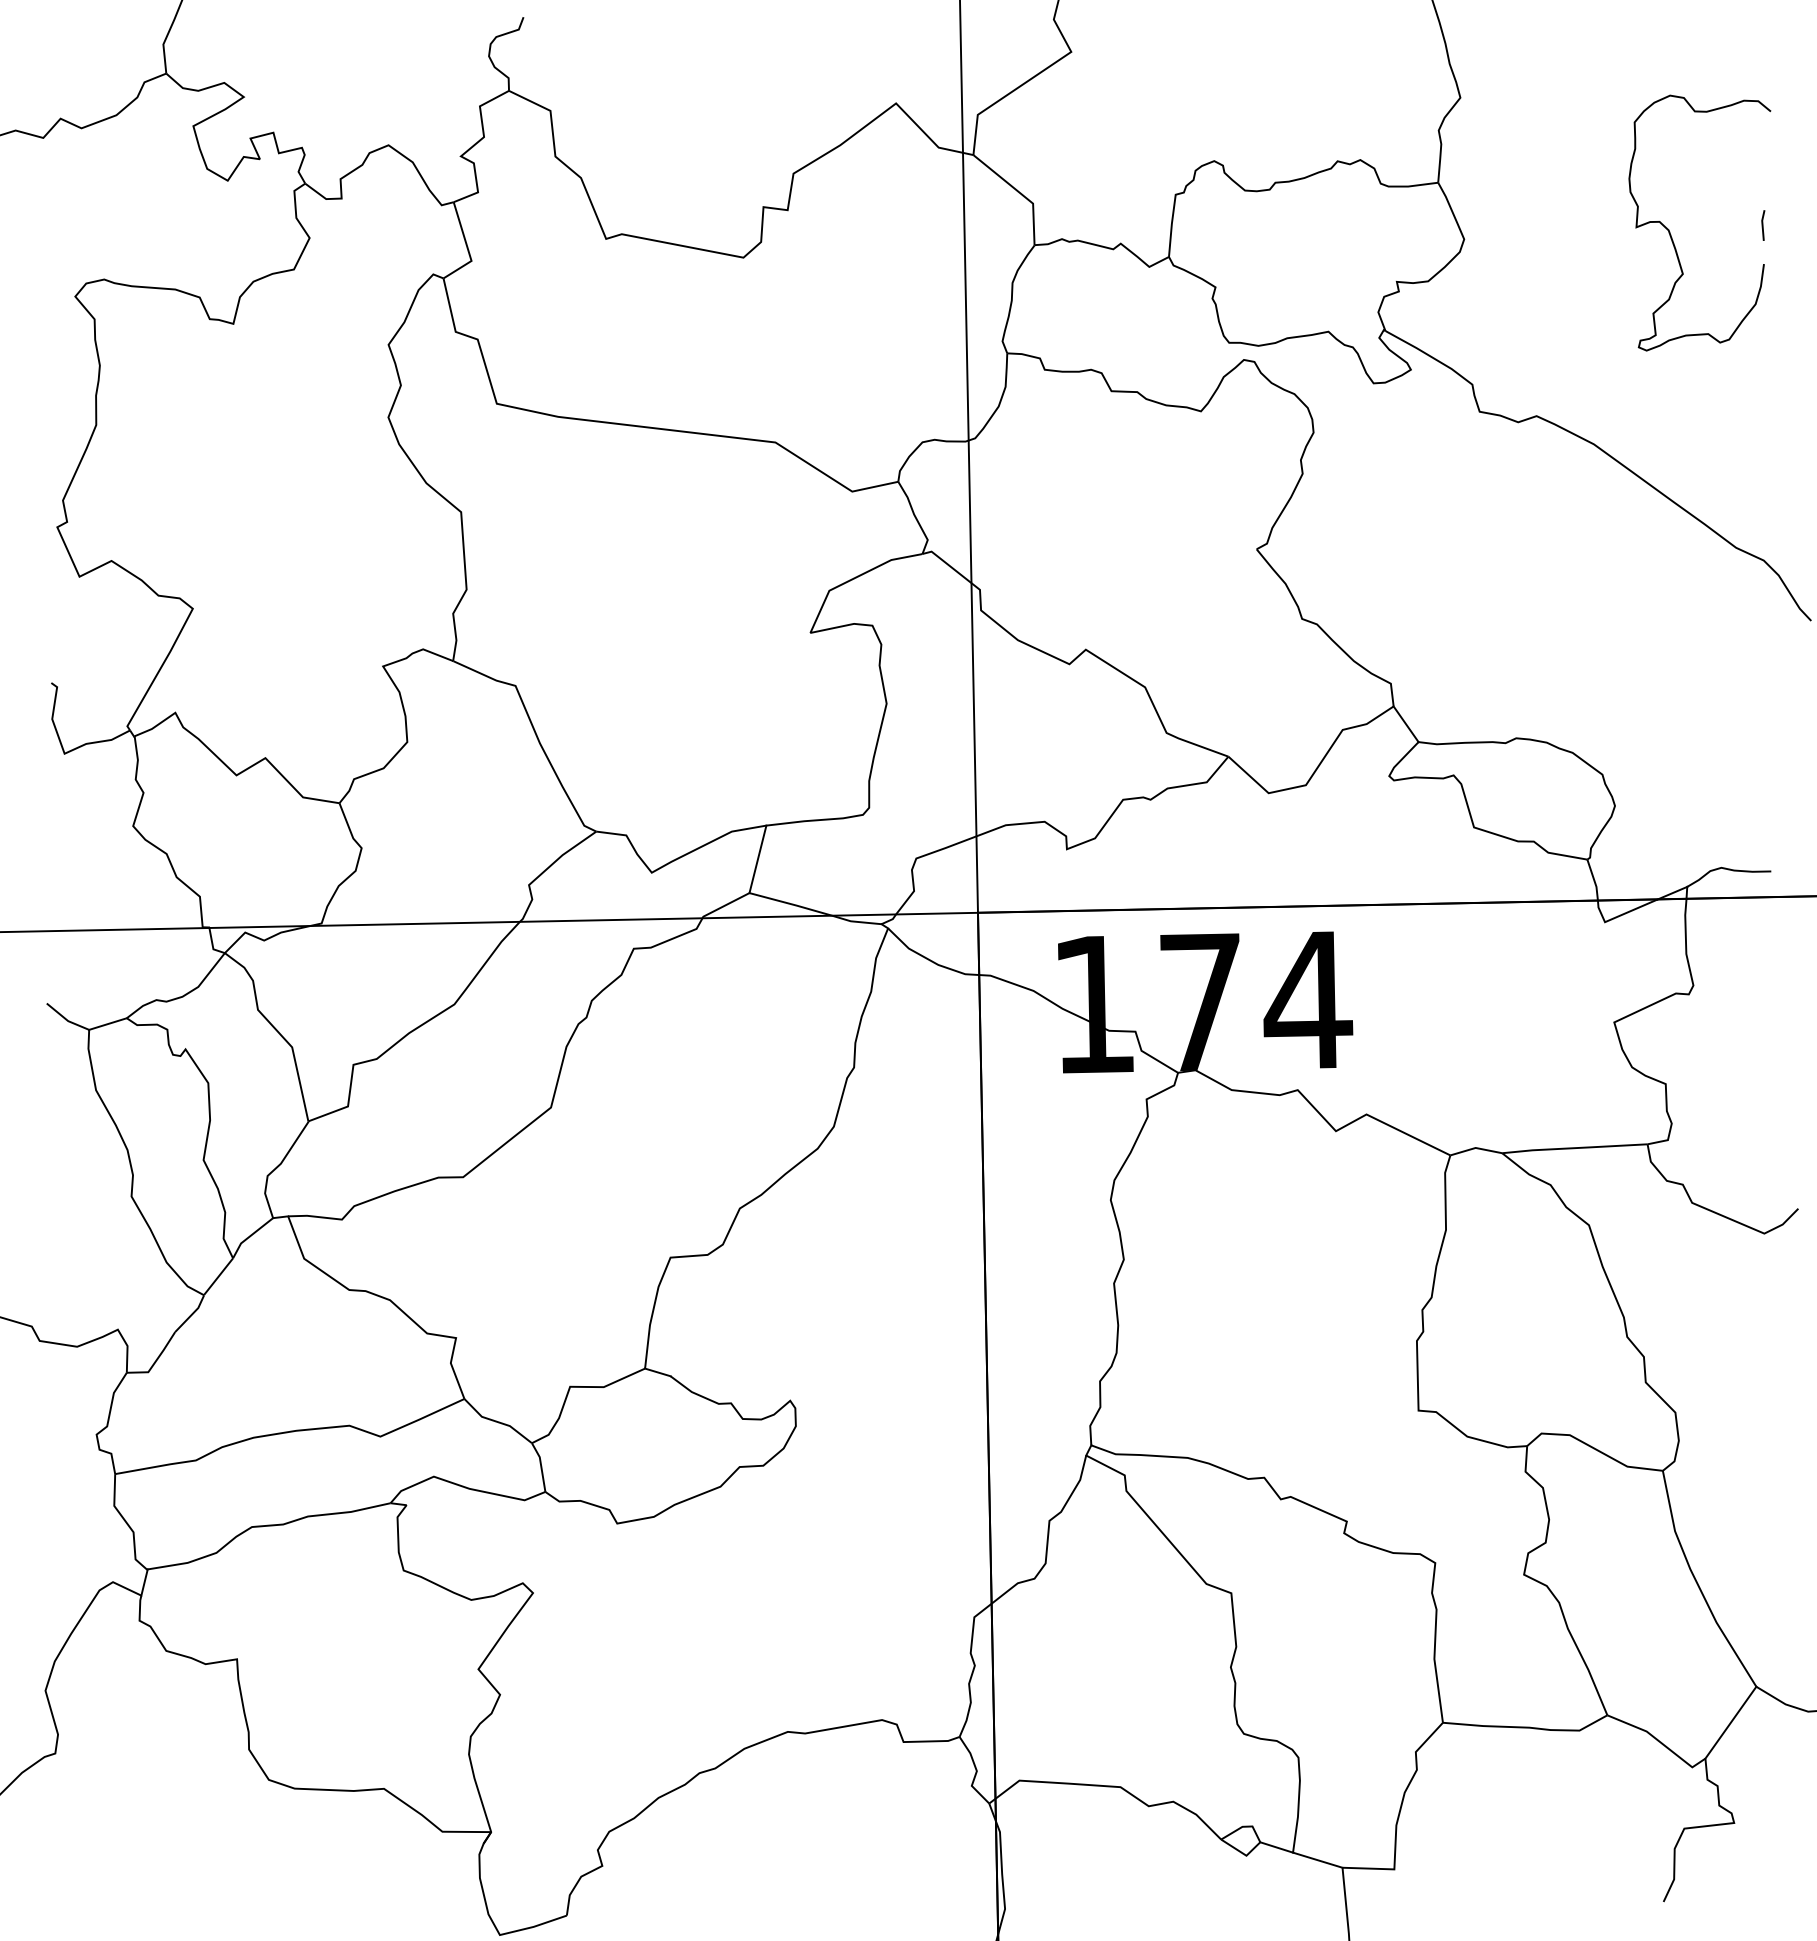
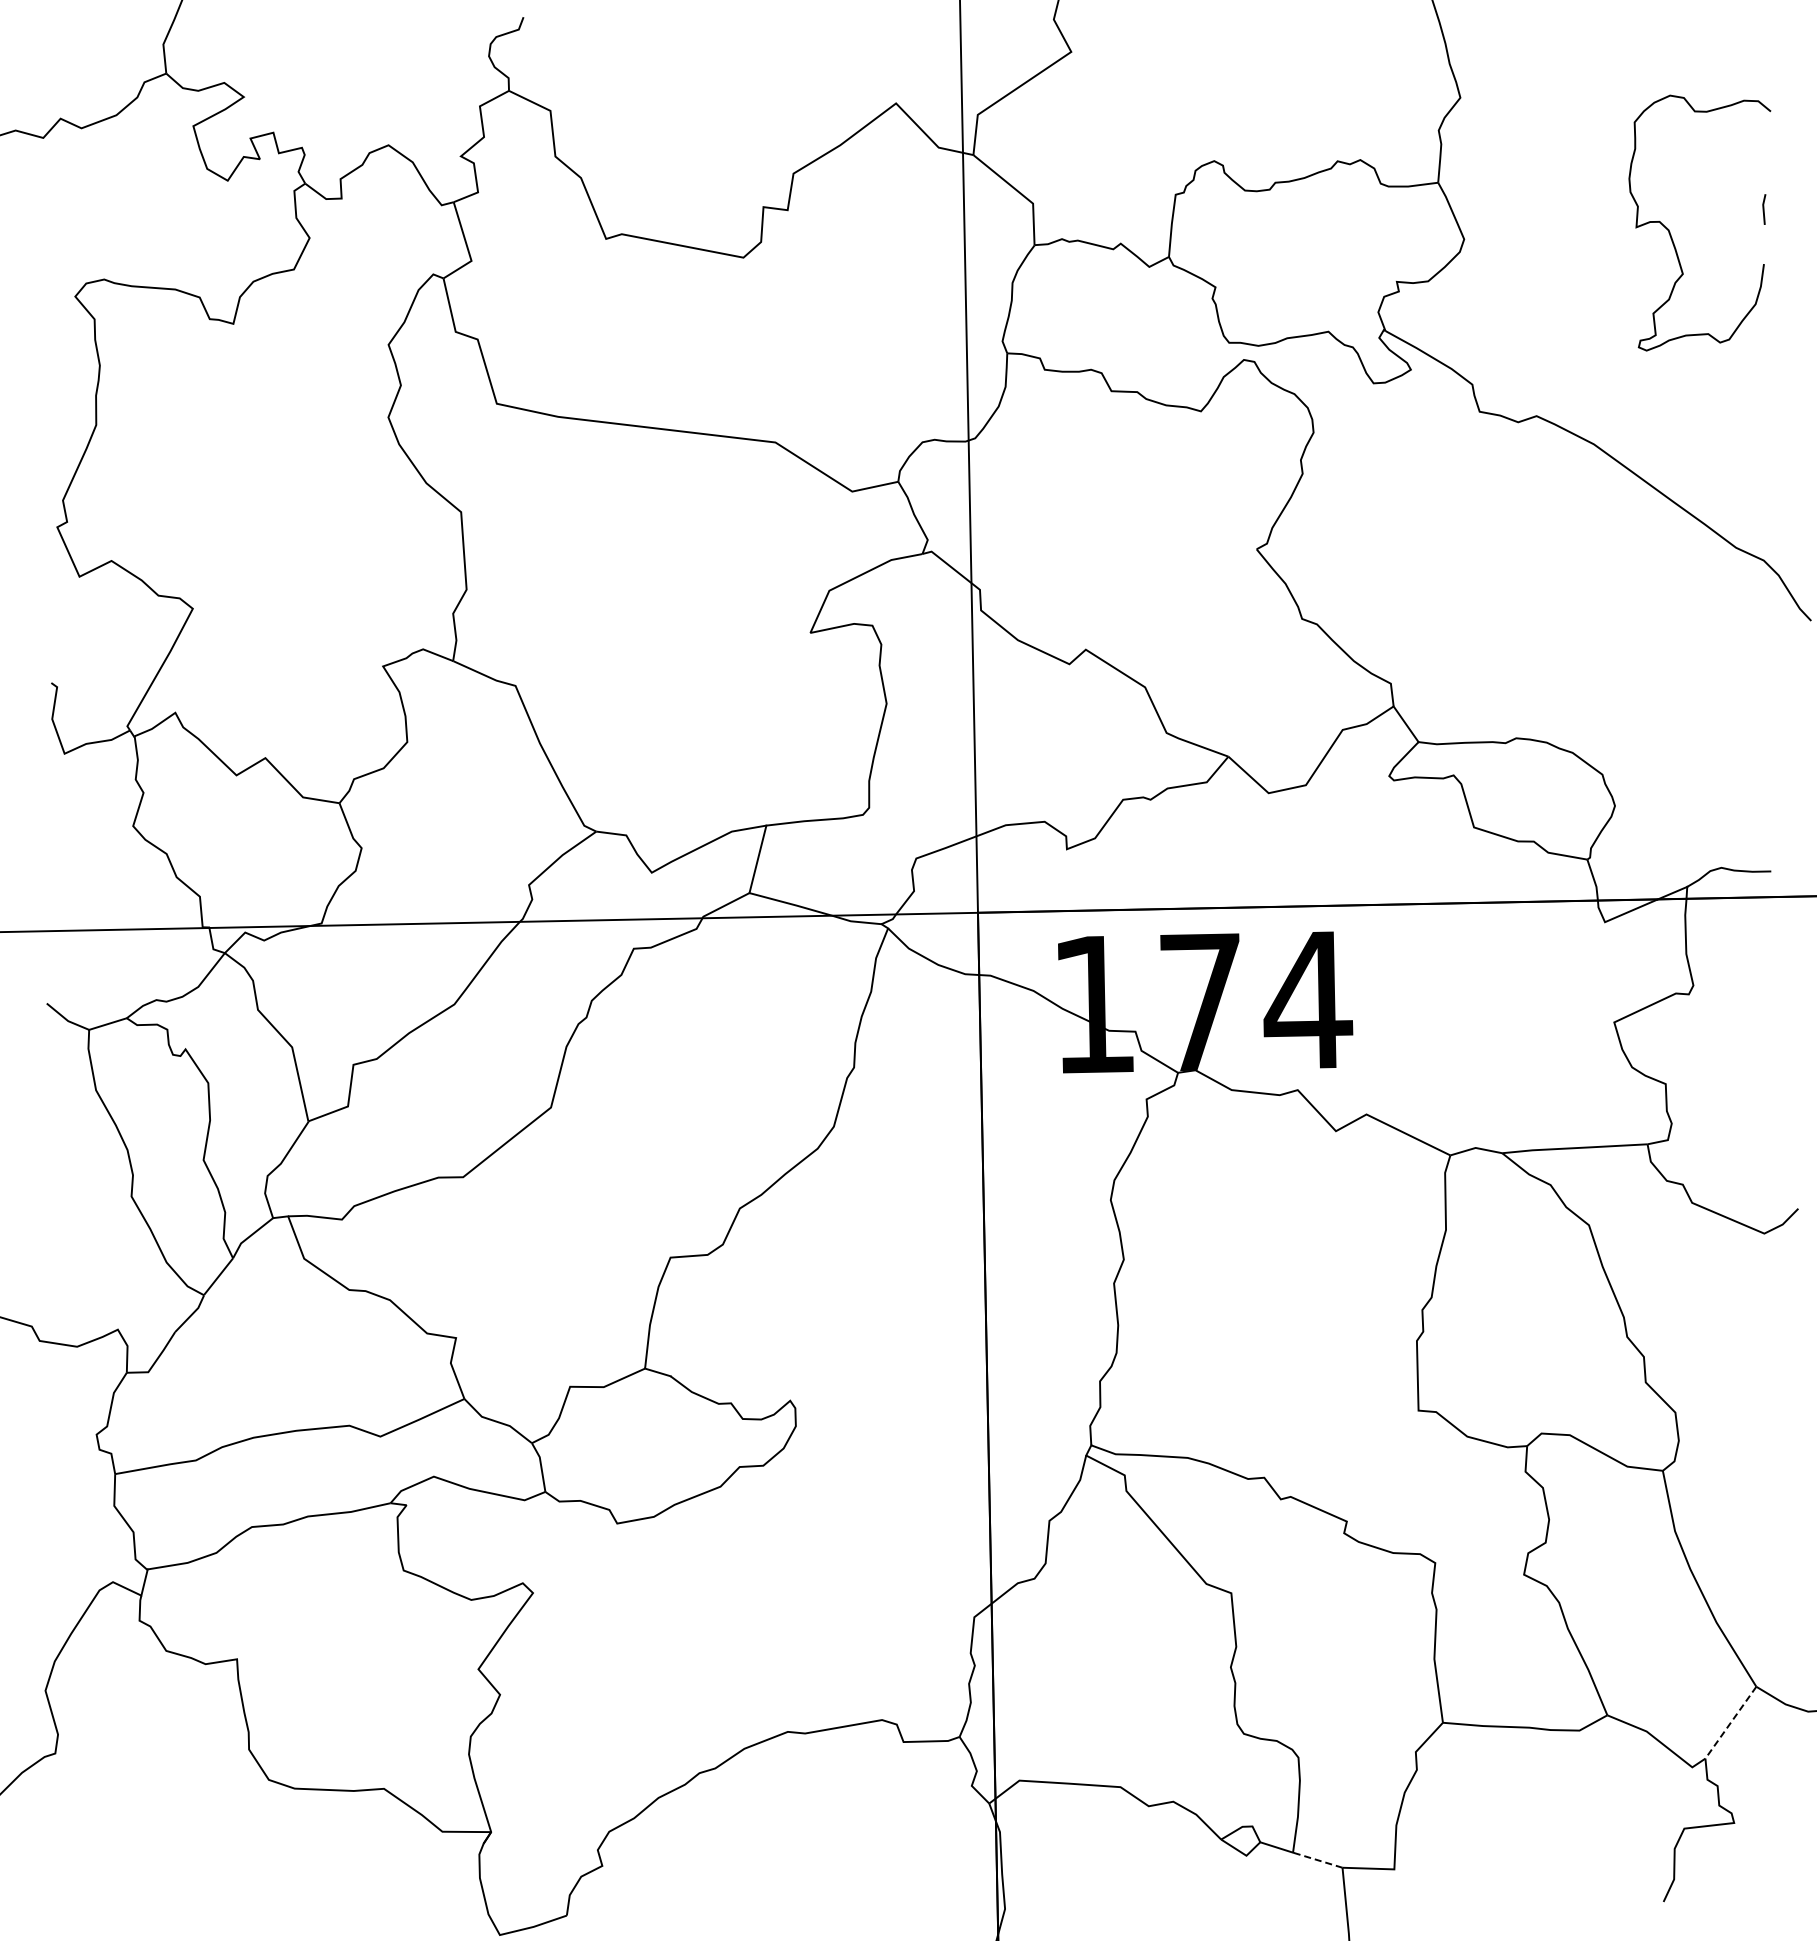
line at (1763, 225) position: (1763, 225) -> (1764, 209)
line at (1730, 1723): solid -> dashed
line at (1317, 1860): solid -> dashed
